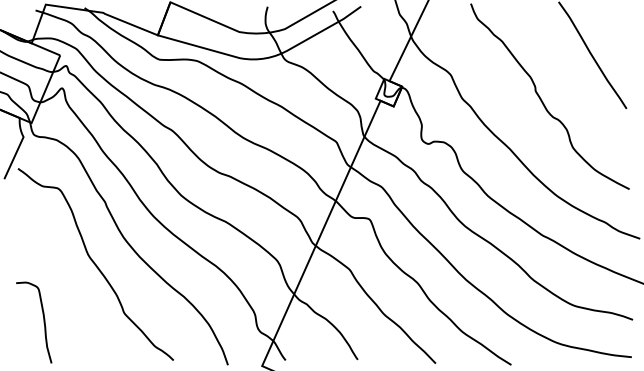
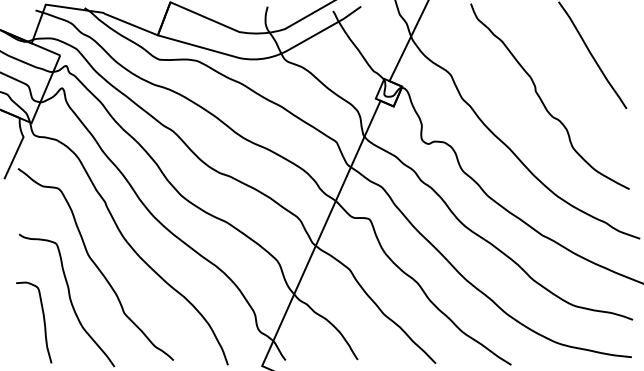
curve at (69, 300): none -> present
